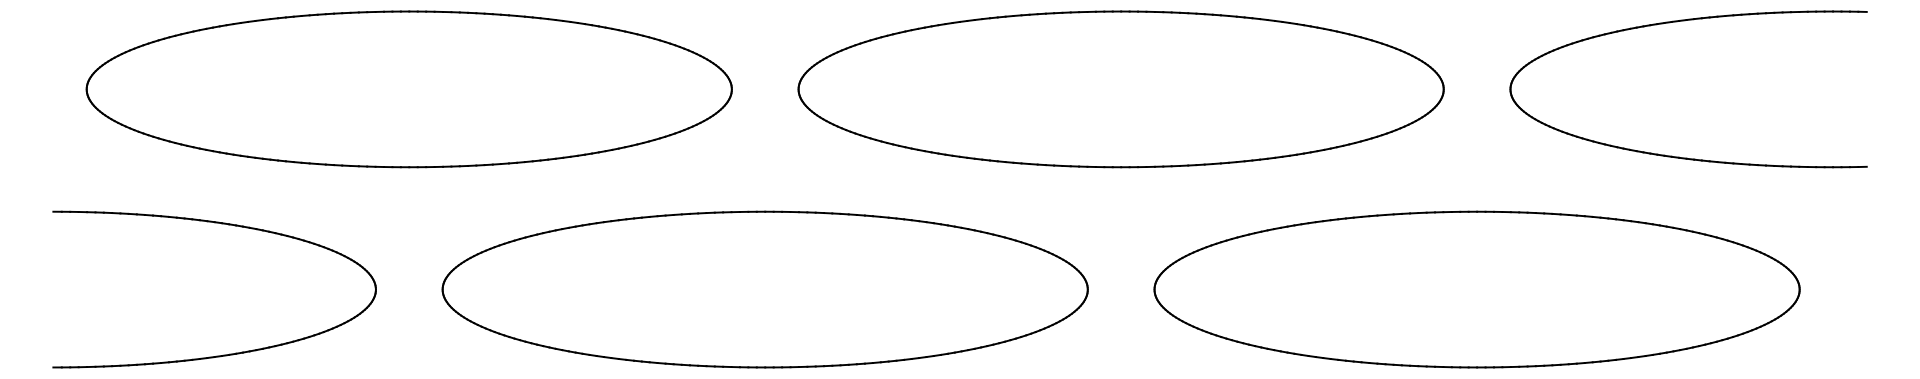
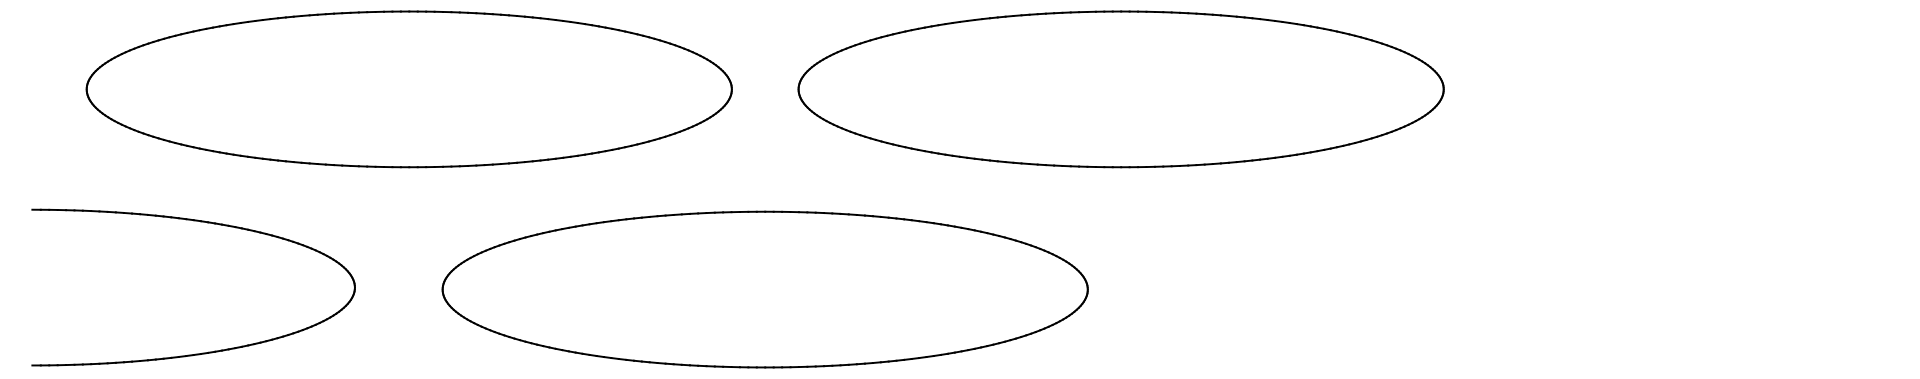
part at (1679, 156): present -> none
part at (221, 224) position: (221, 224) -> (200, 222)
part at (1476, 289): present -> none
